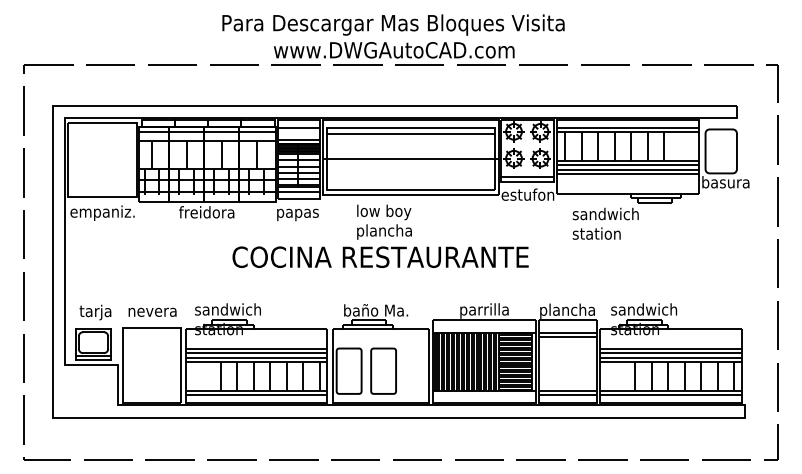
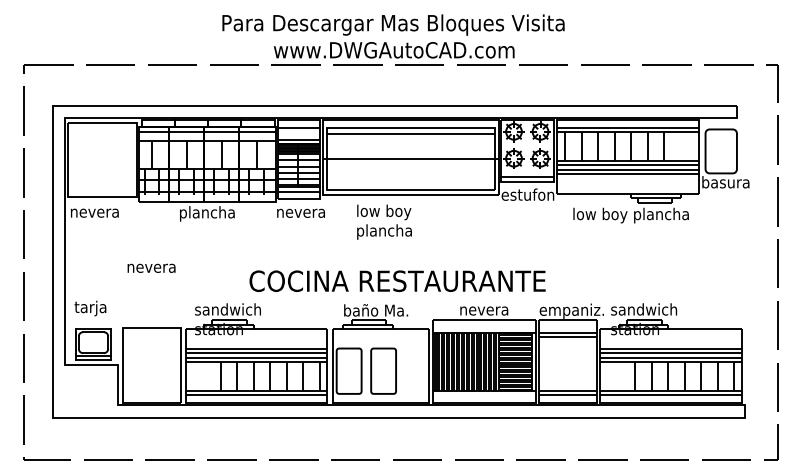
text at (102, 212): empaniz. -> nevera
text at (206, 213): freidora -> plancha
text at (300, 214): papas -> nevera
text at (630, 223): sandwich station -> low boy plancha
text at (380, 256) position: (380, 256) -> (397, 280)
text at (484, 310): parrilla -> nevera
text at (571, 310): plancha -> empaniz.
text at (152, 311) position: (152, 311) -> (151, 267)
text at (95, 312) position: (95, 312) -> (90, 308)
